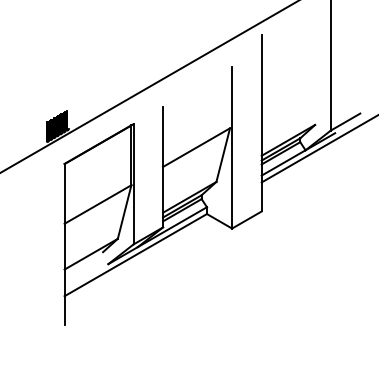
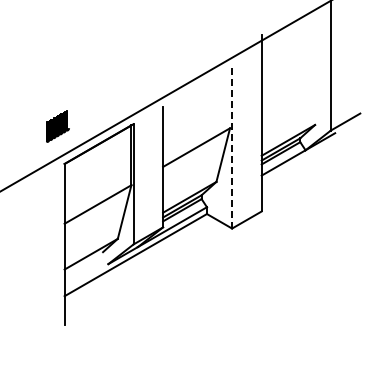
line at (148, 86) position: (148, 86) -> (164, 96)
line at (232, 147): solid -> dashed
line at (318, 149): present -> none
